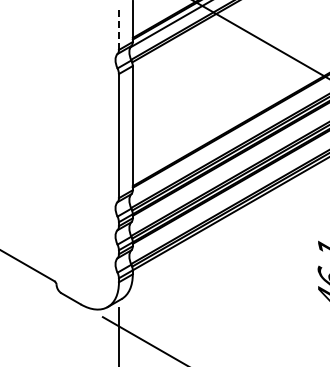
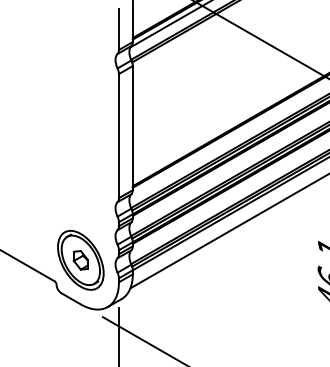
line at (118, 29): dashed -> solid
line at (228, 231): none -> present
part at (80, 259): none -> present
